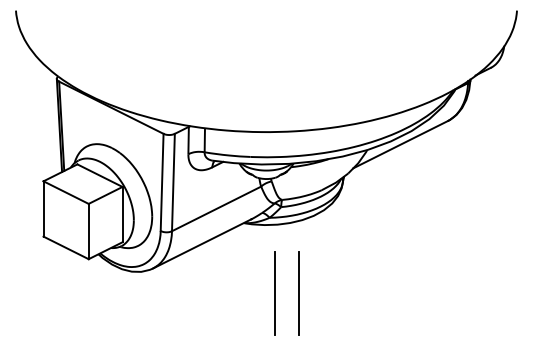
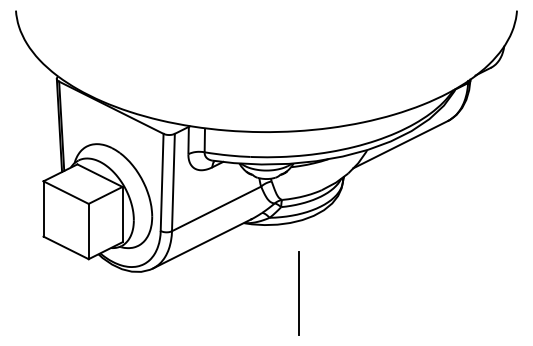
line at (274, 293): present -> none
